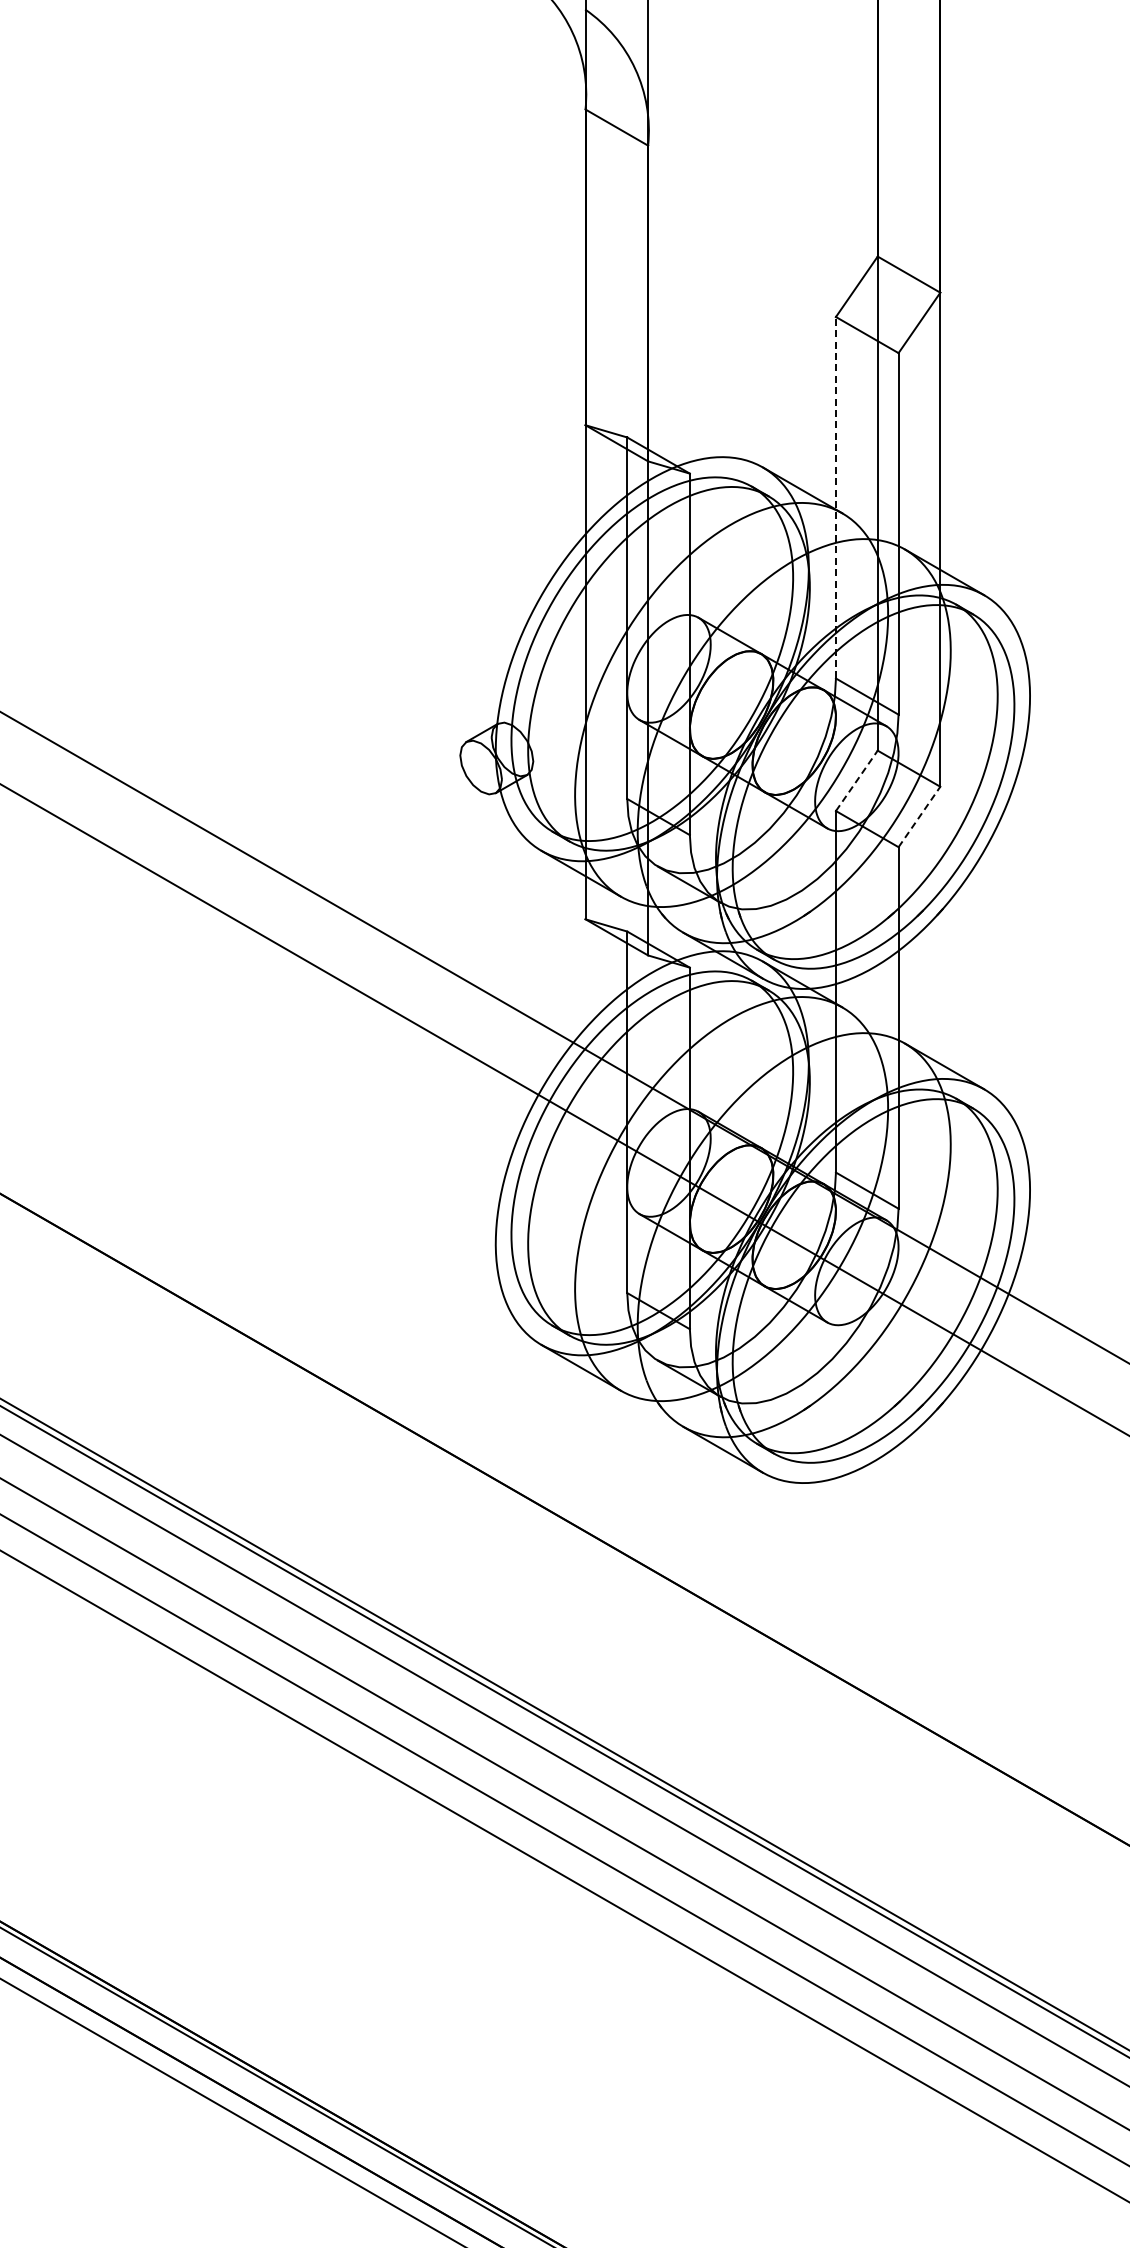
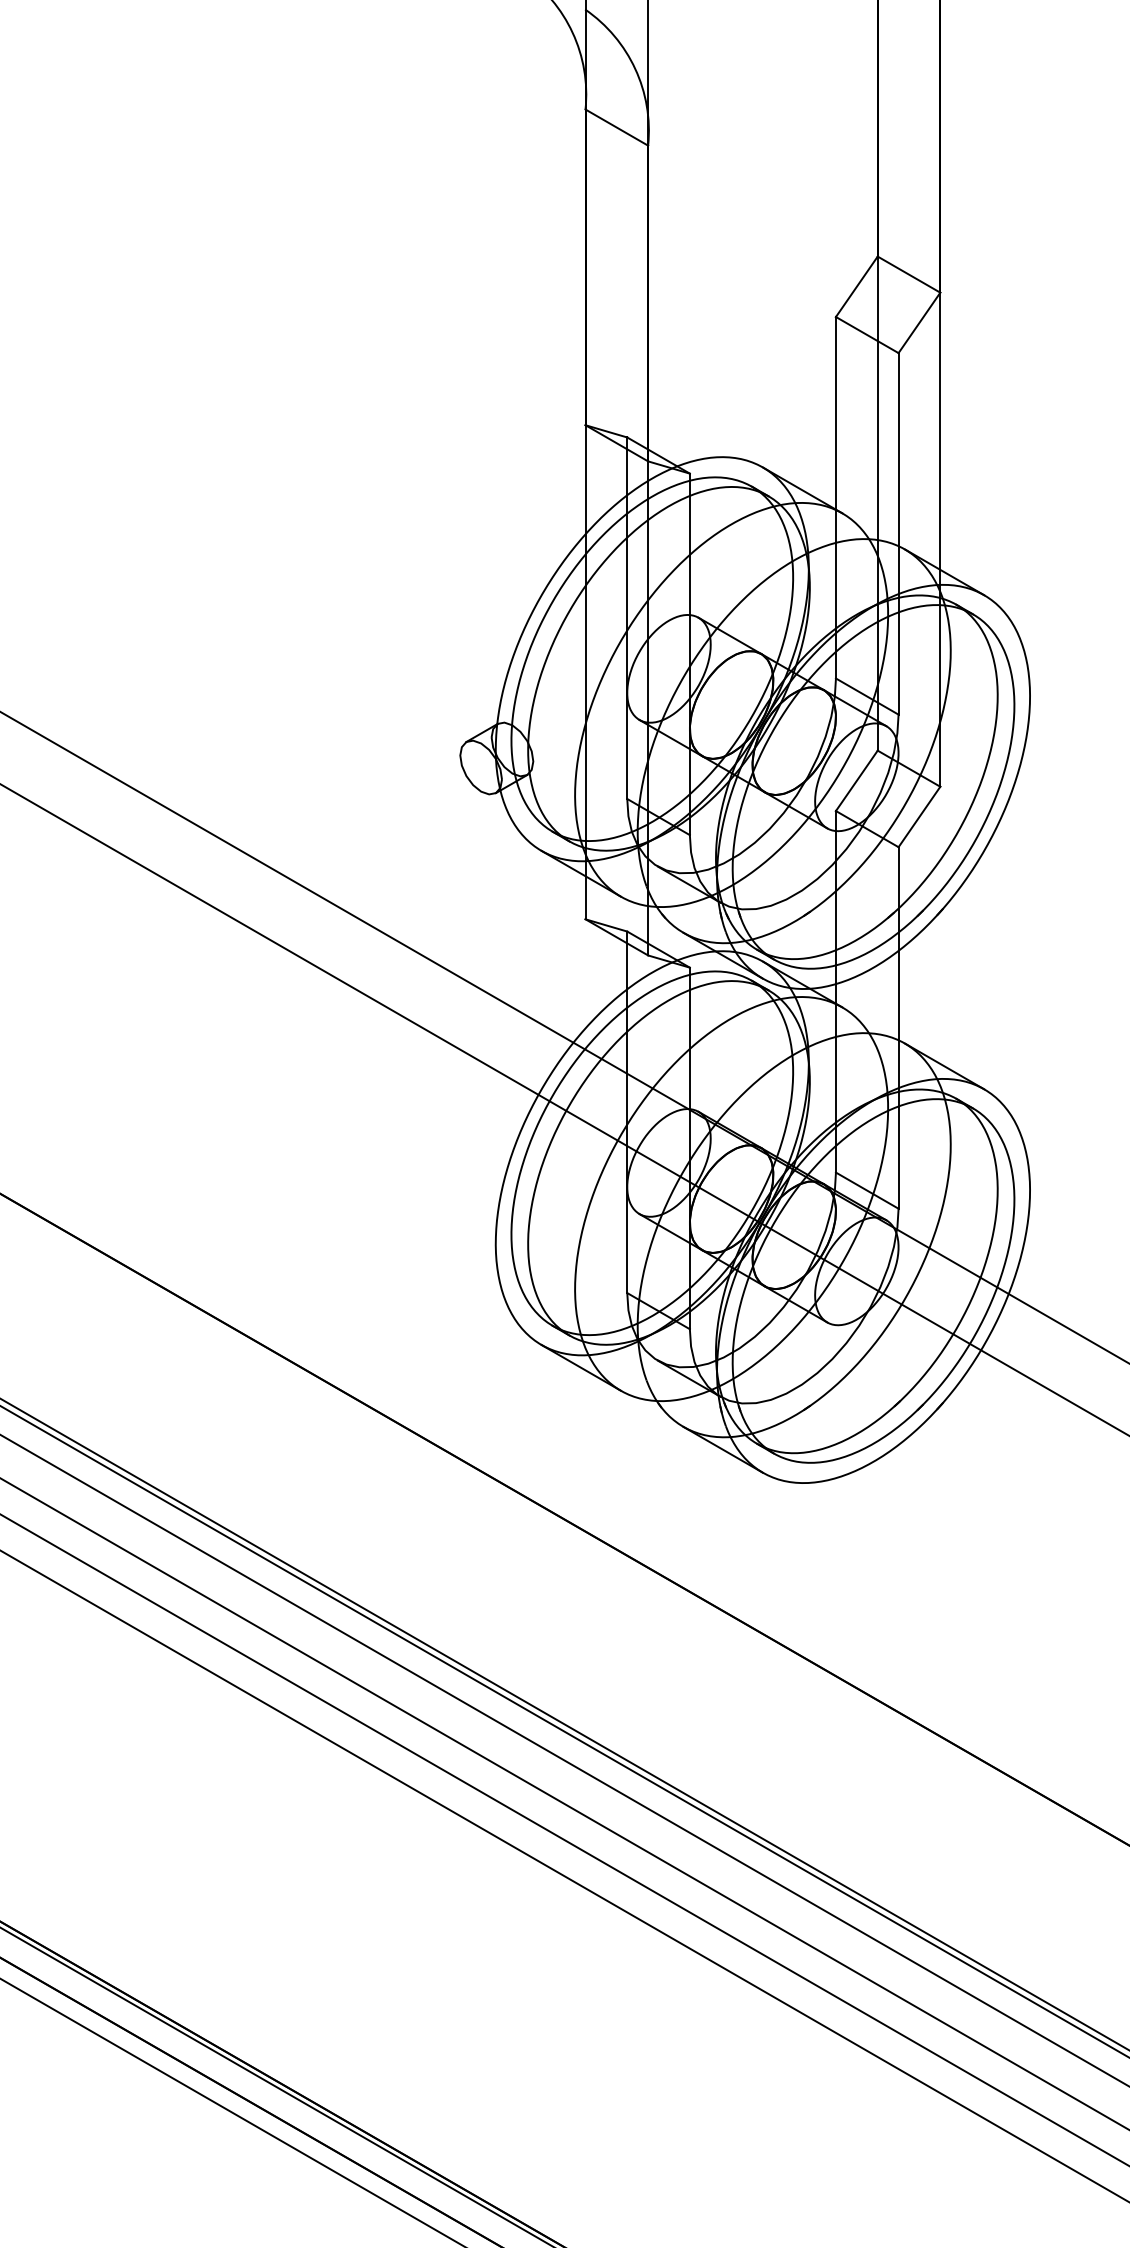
line at (835, 497): dashed -> solid
line at (856, 780): dashed -> solid
line at (919, 816): dashed -> solid
